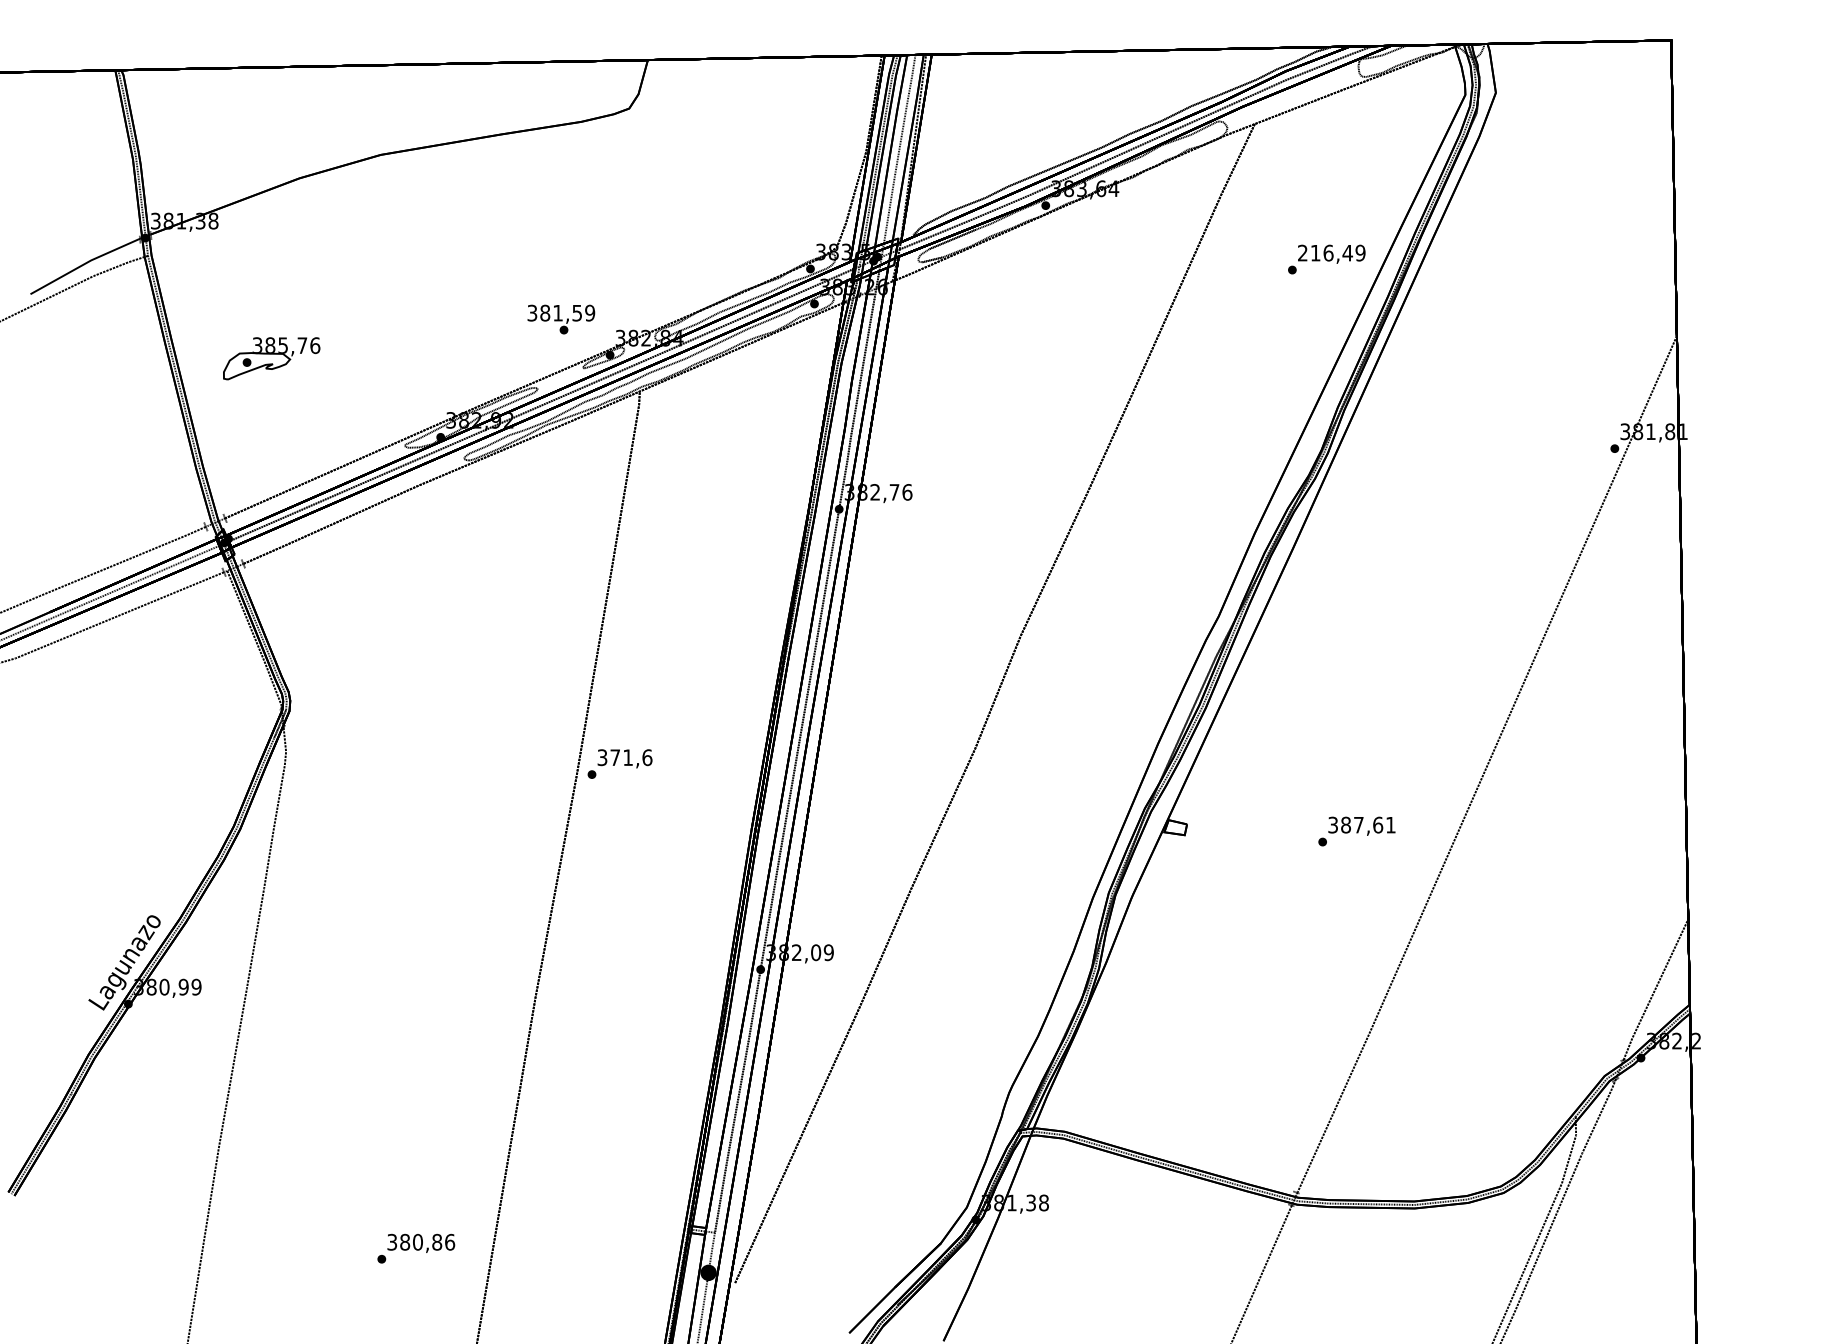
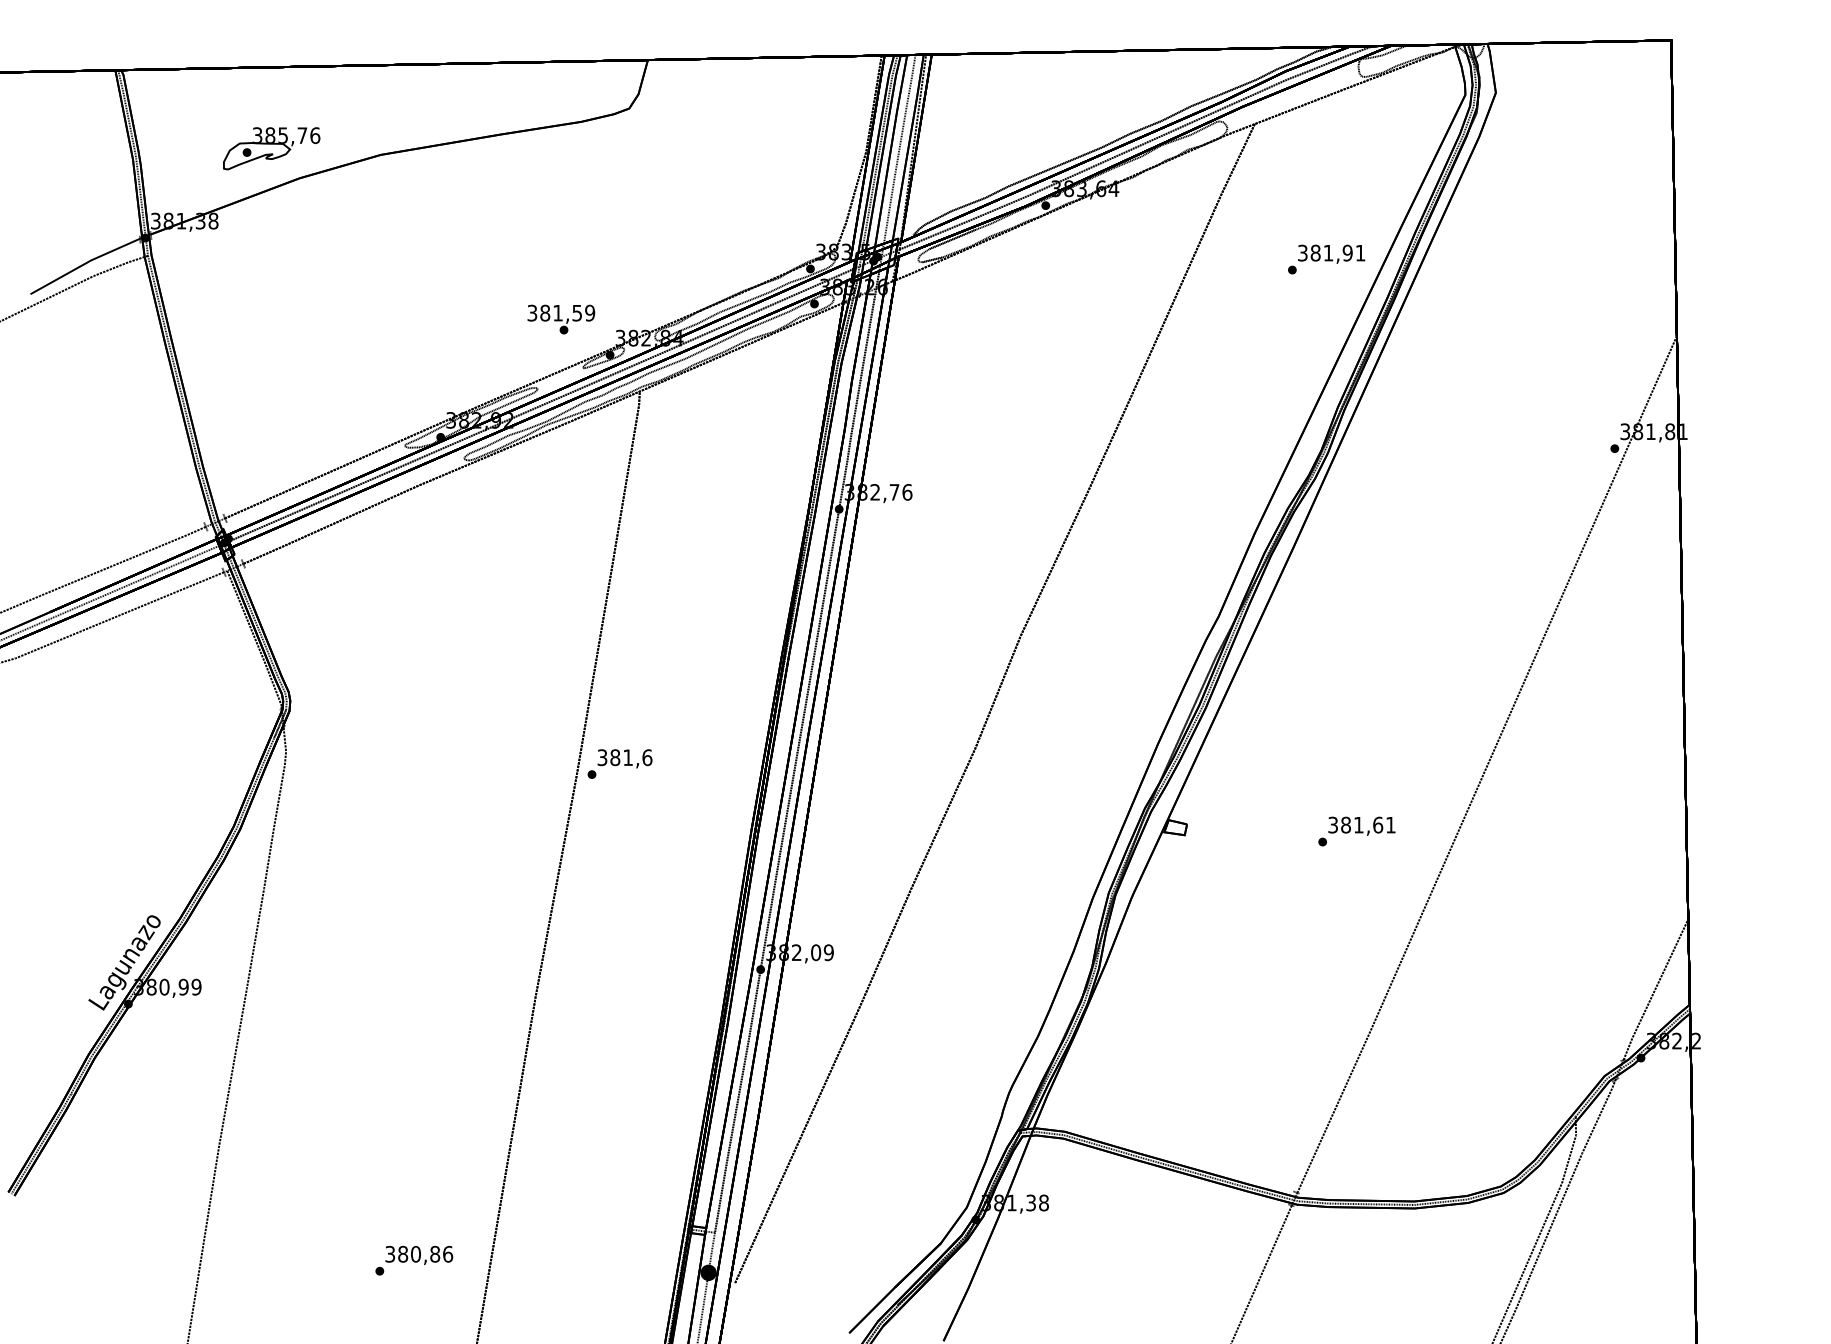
text at (1331, 252): 216,49 -> 381,91
part at (271, 358) position: (271, 358) -> (271, 148)
text at (615, 757): 371,6 -> 381,6
text at (1358, 825): 387,61 -> 381,61
text at (416, 1248) position: (416, 1248) -> (414, 1260)
